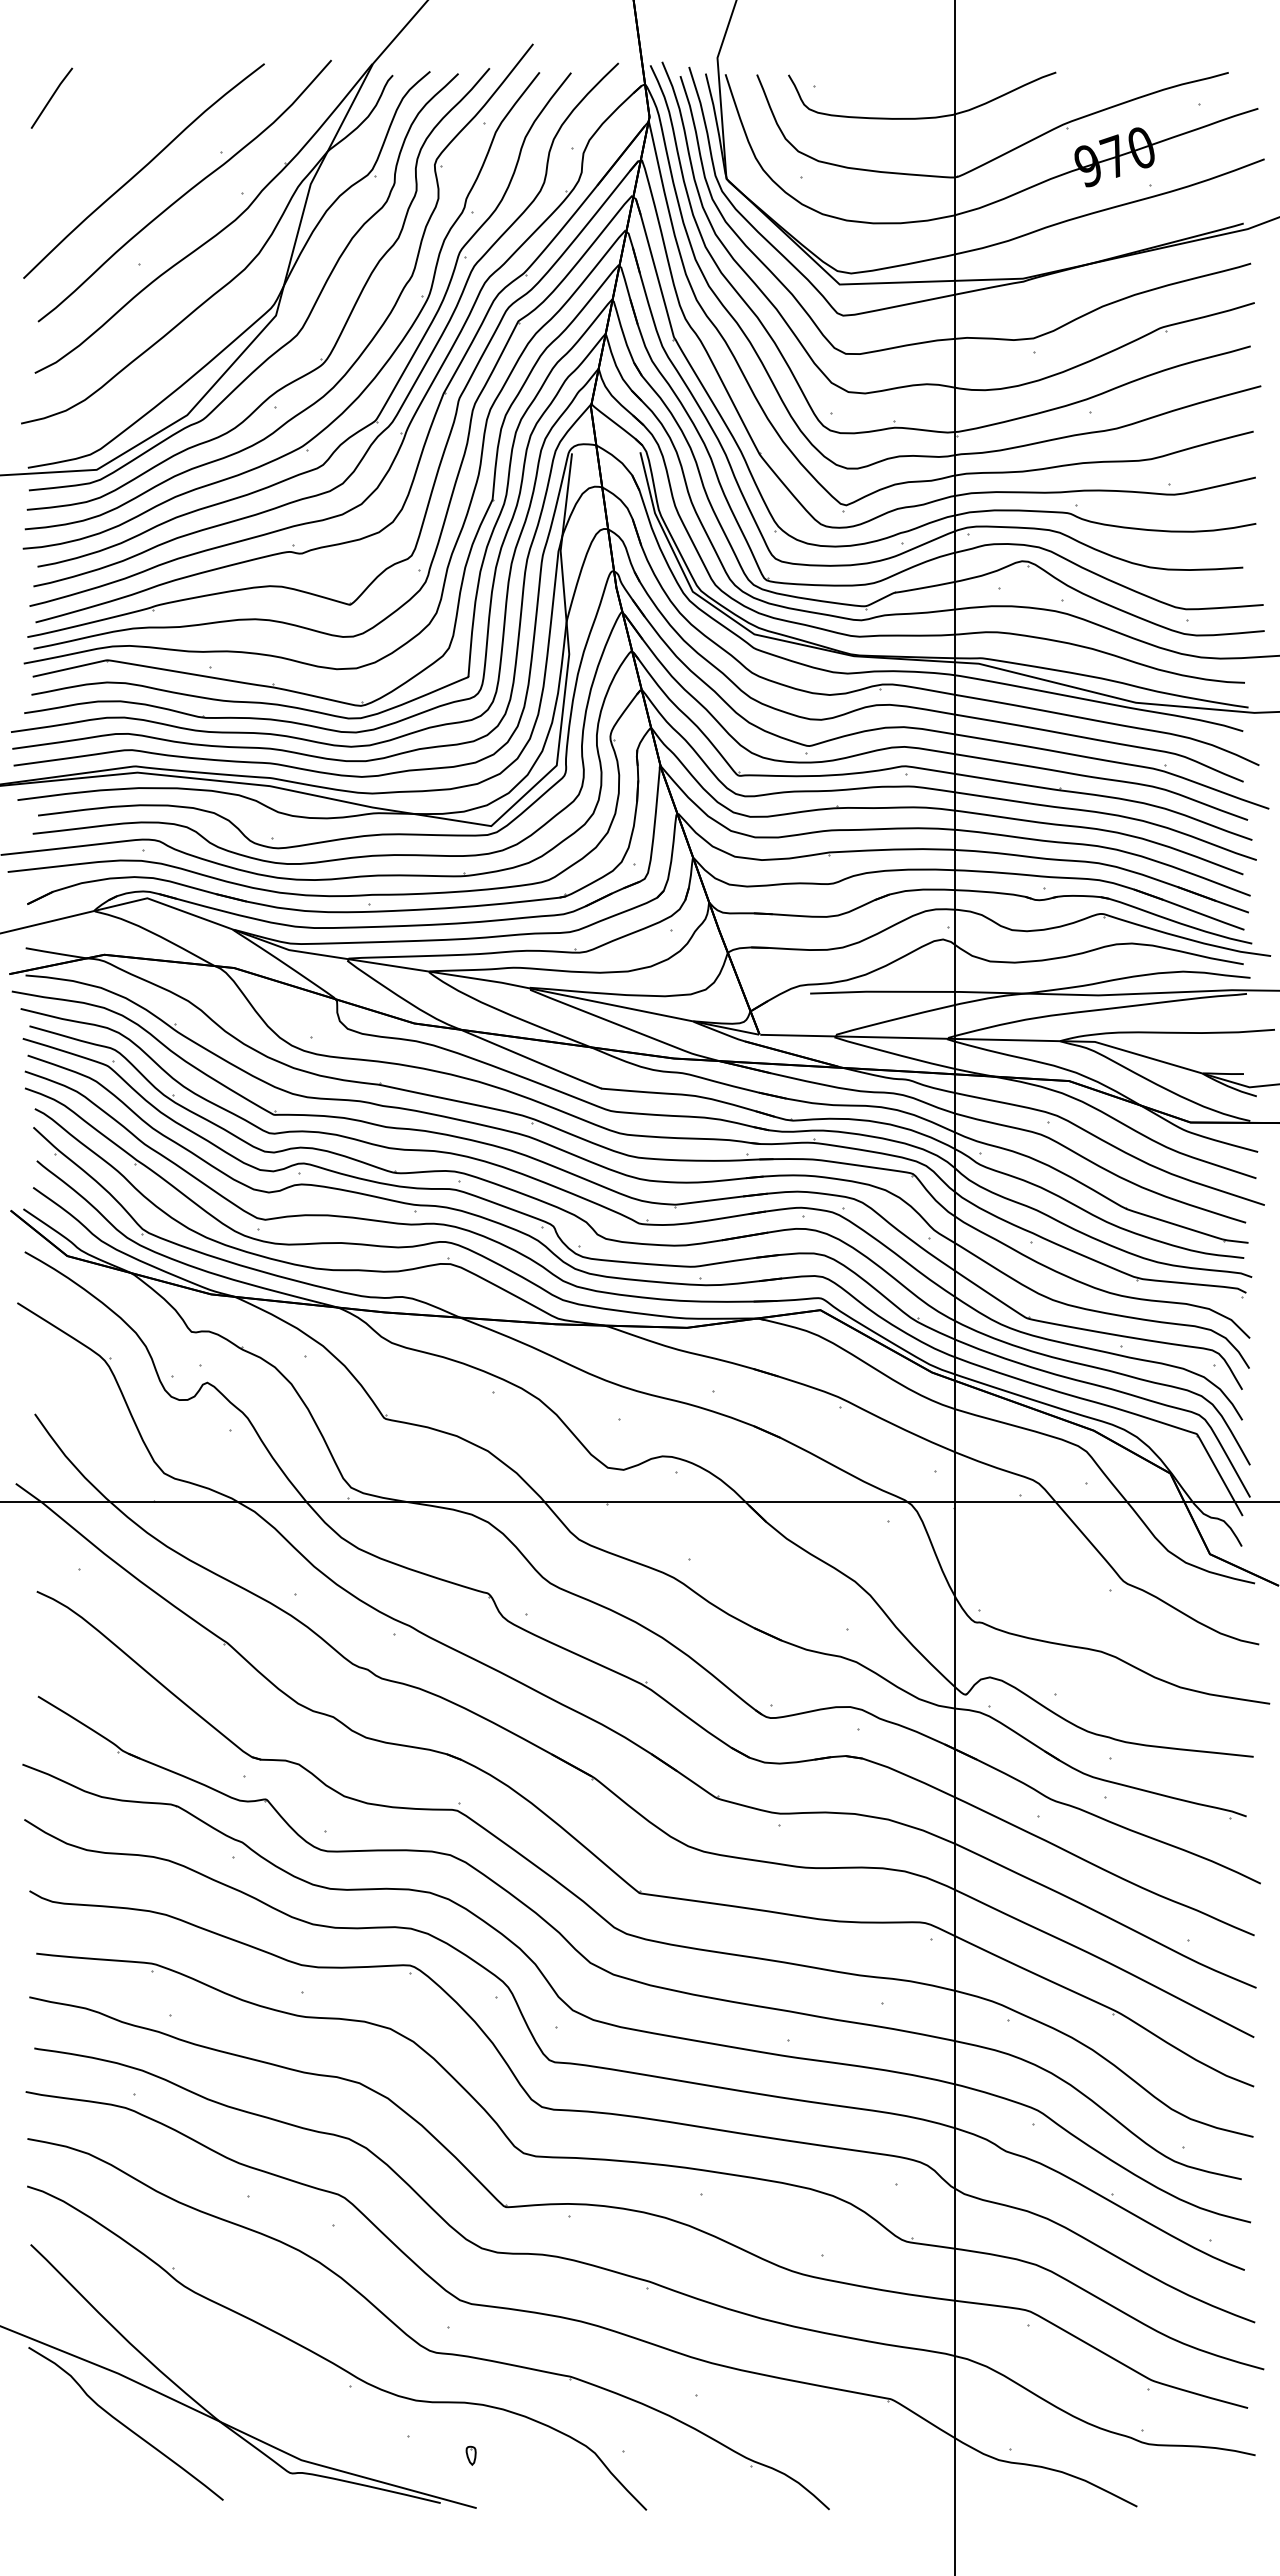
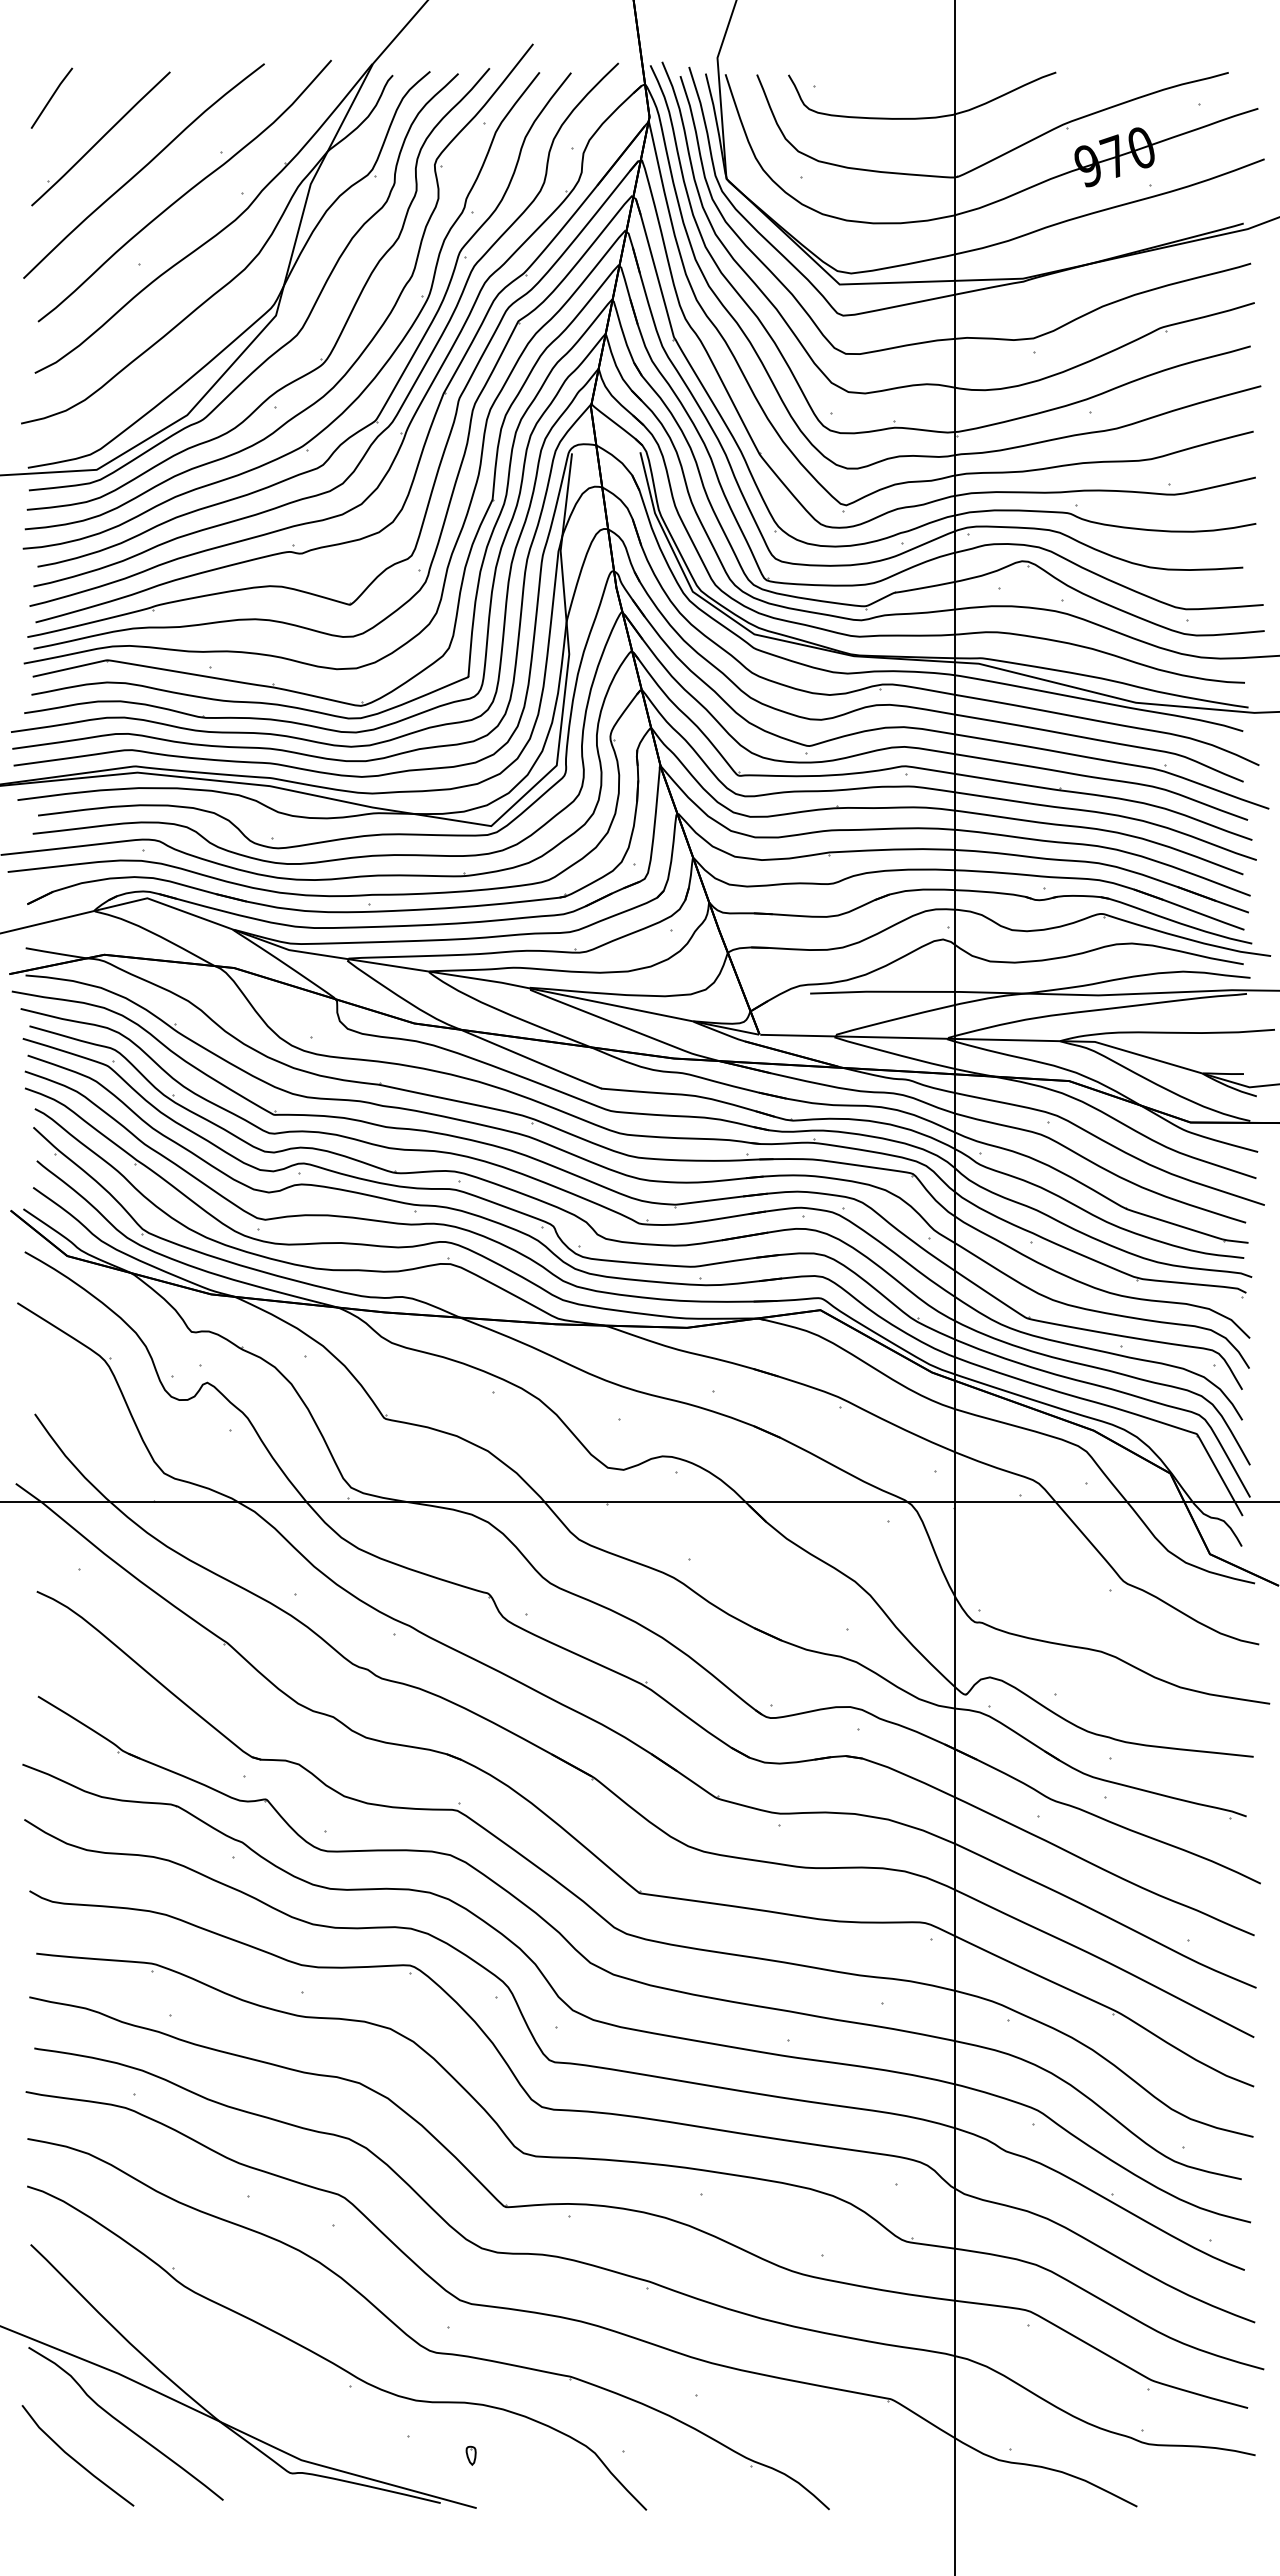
part at (100, 138): none -> present
curve at (74, 2458): none -> present
